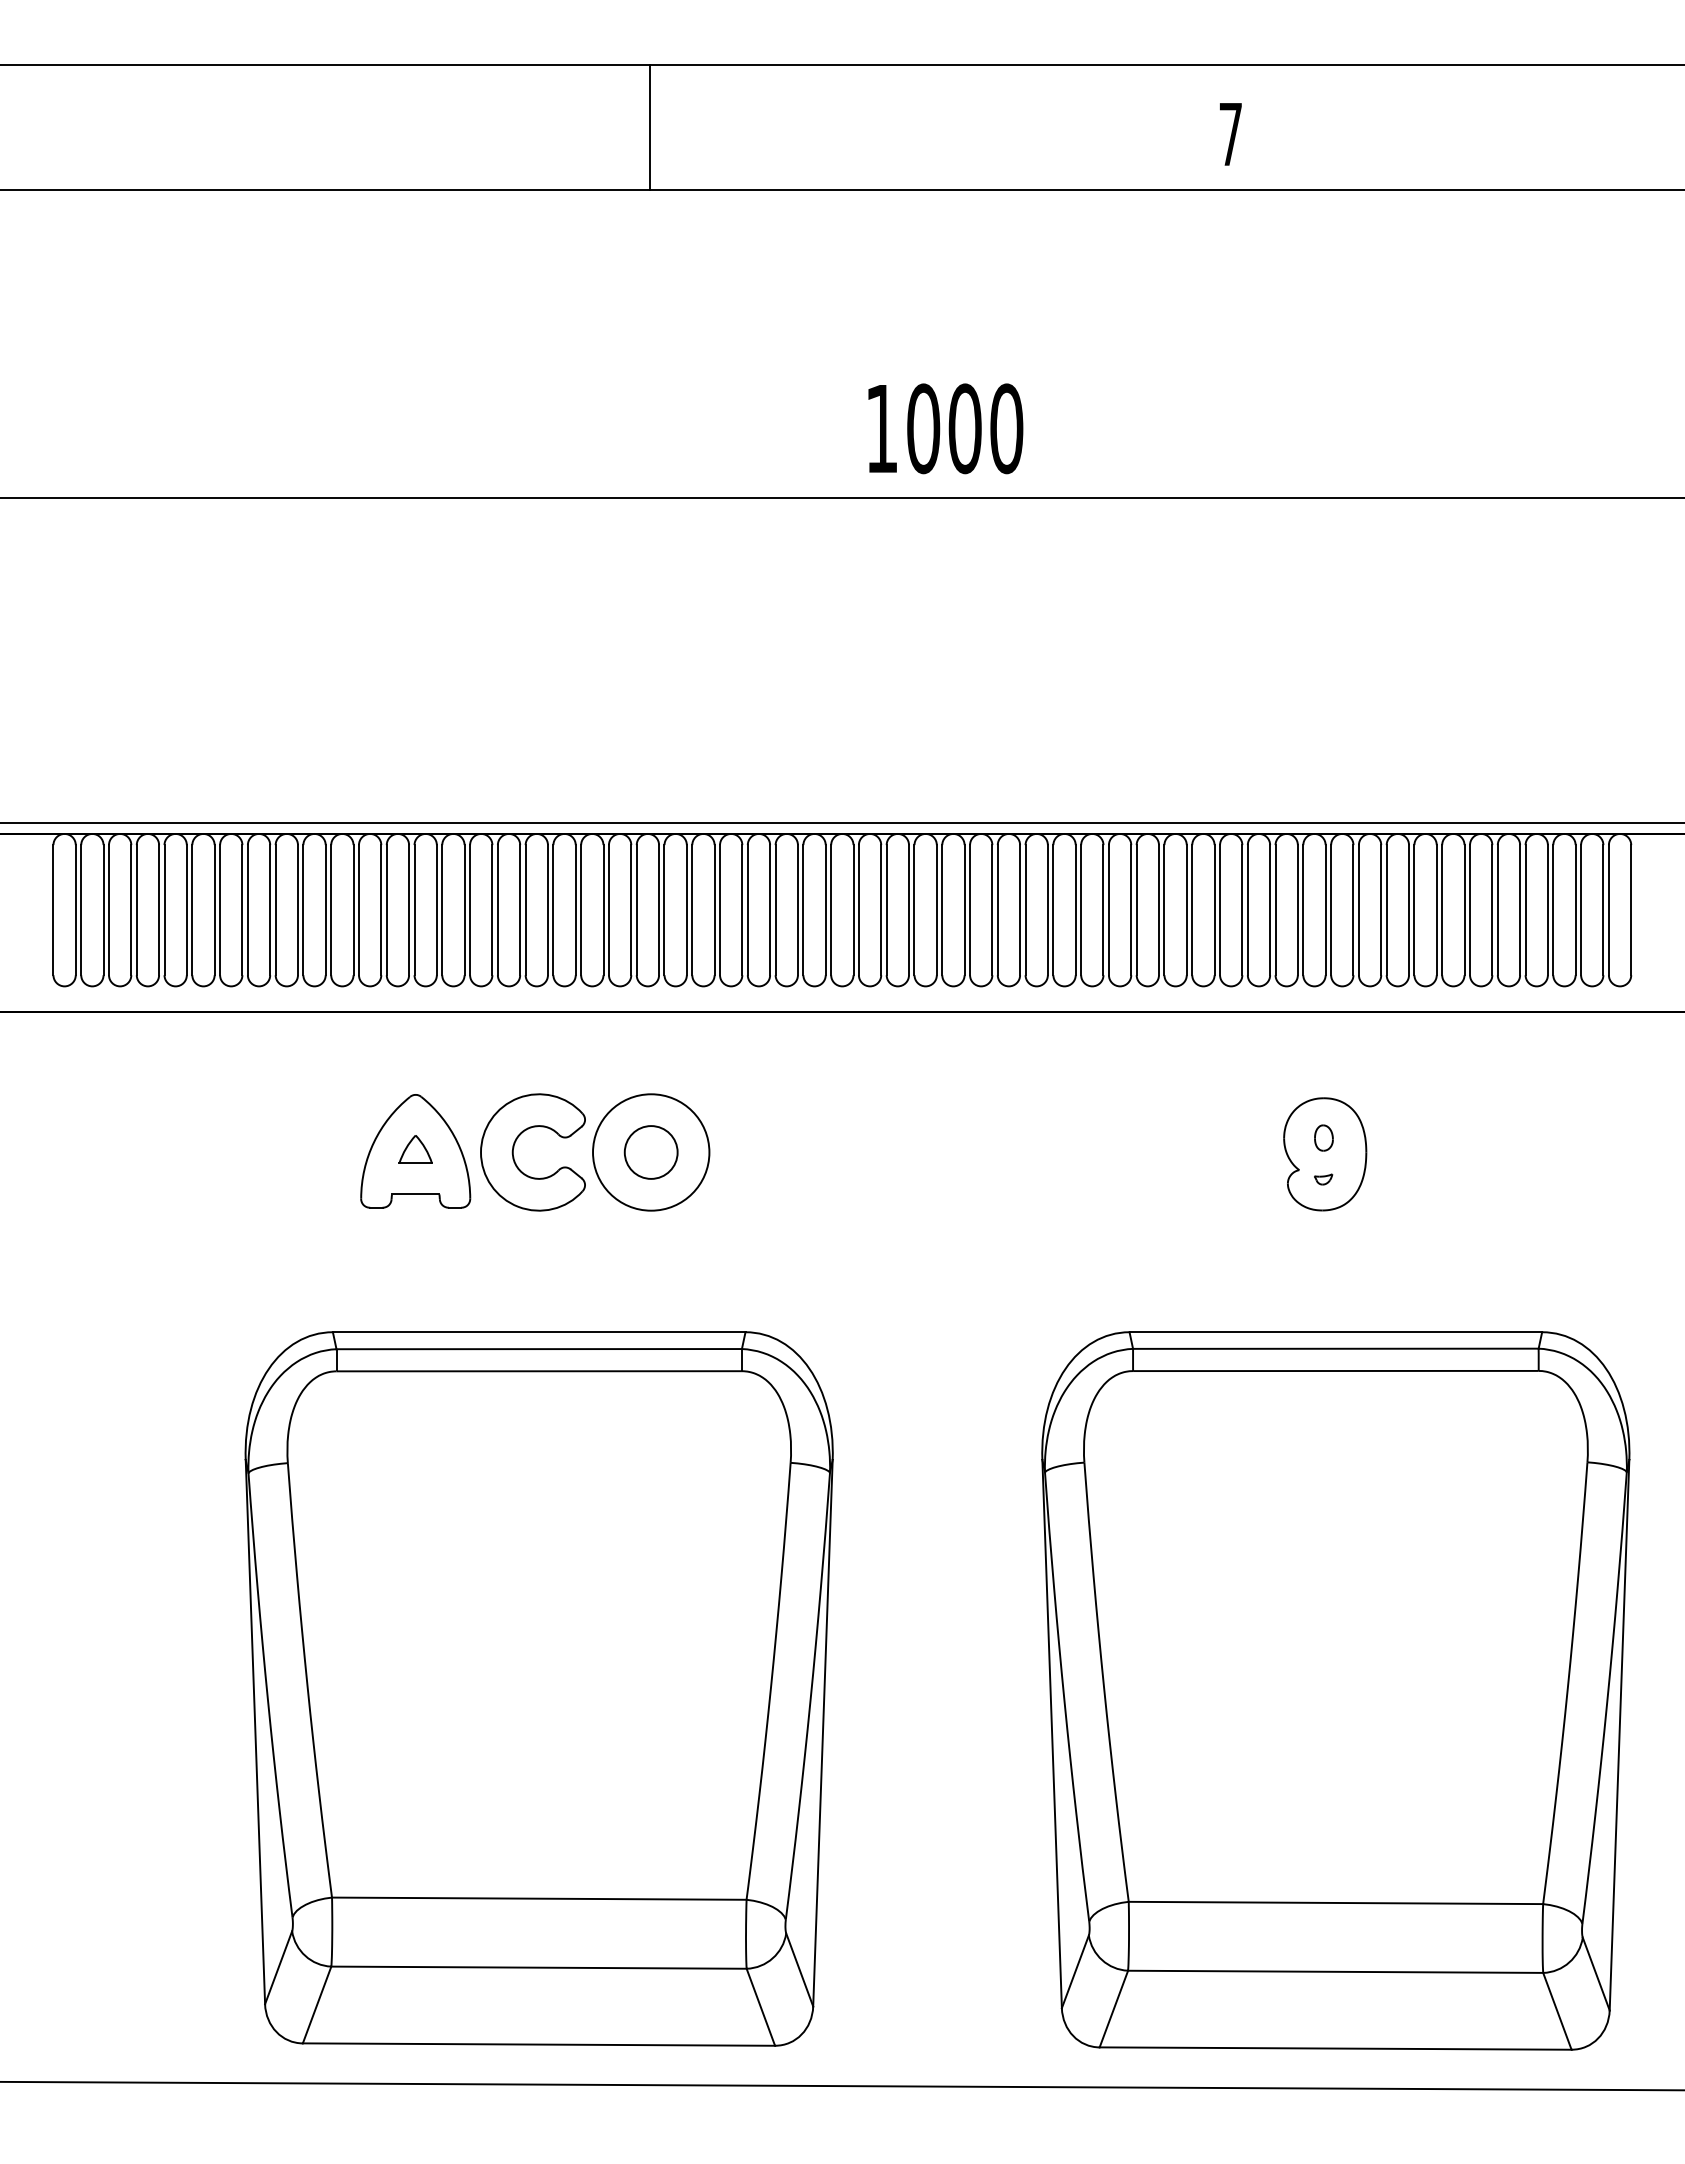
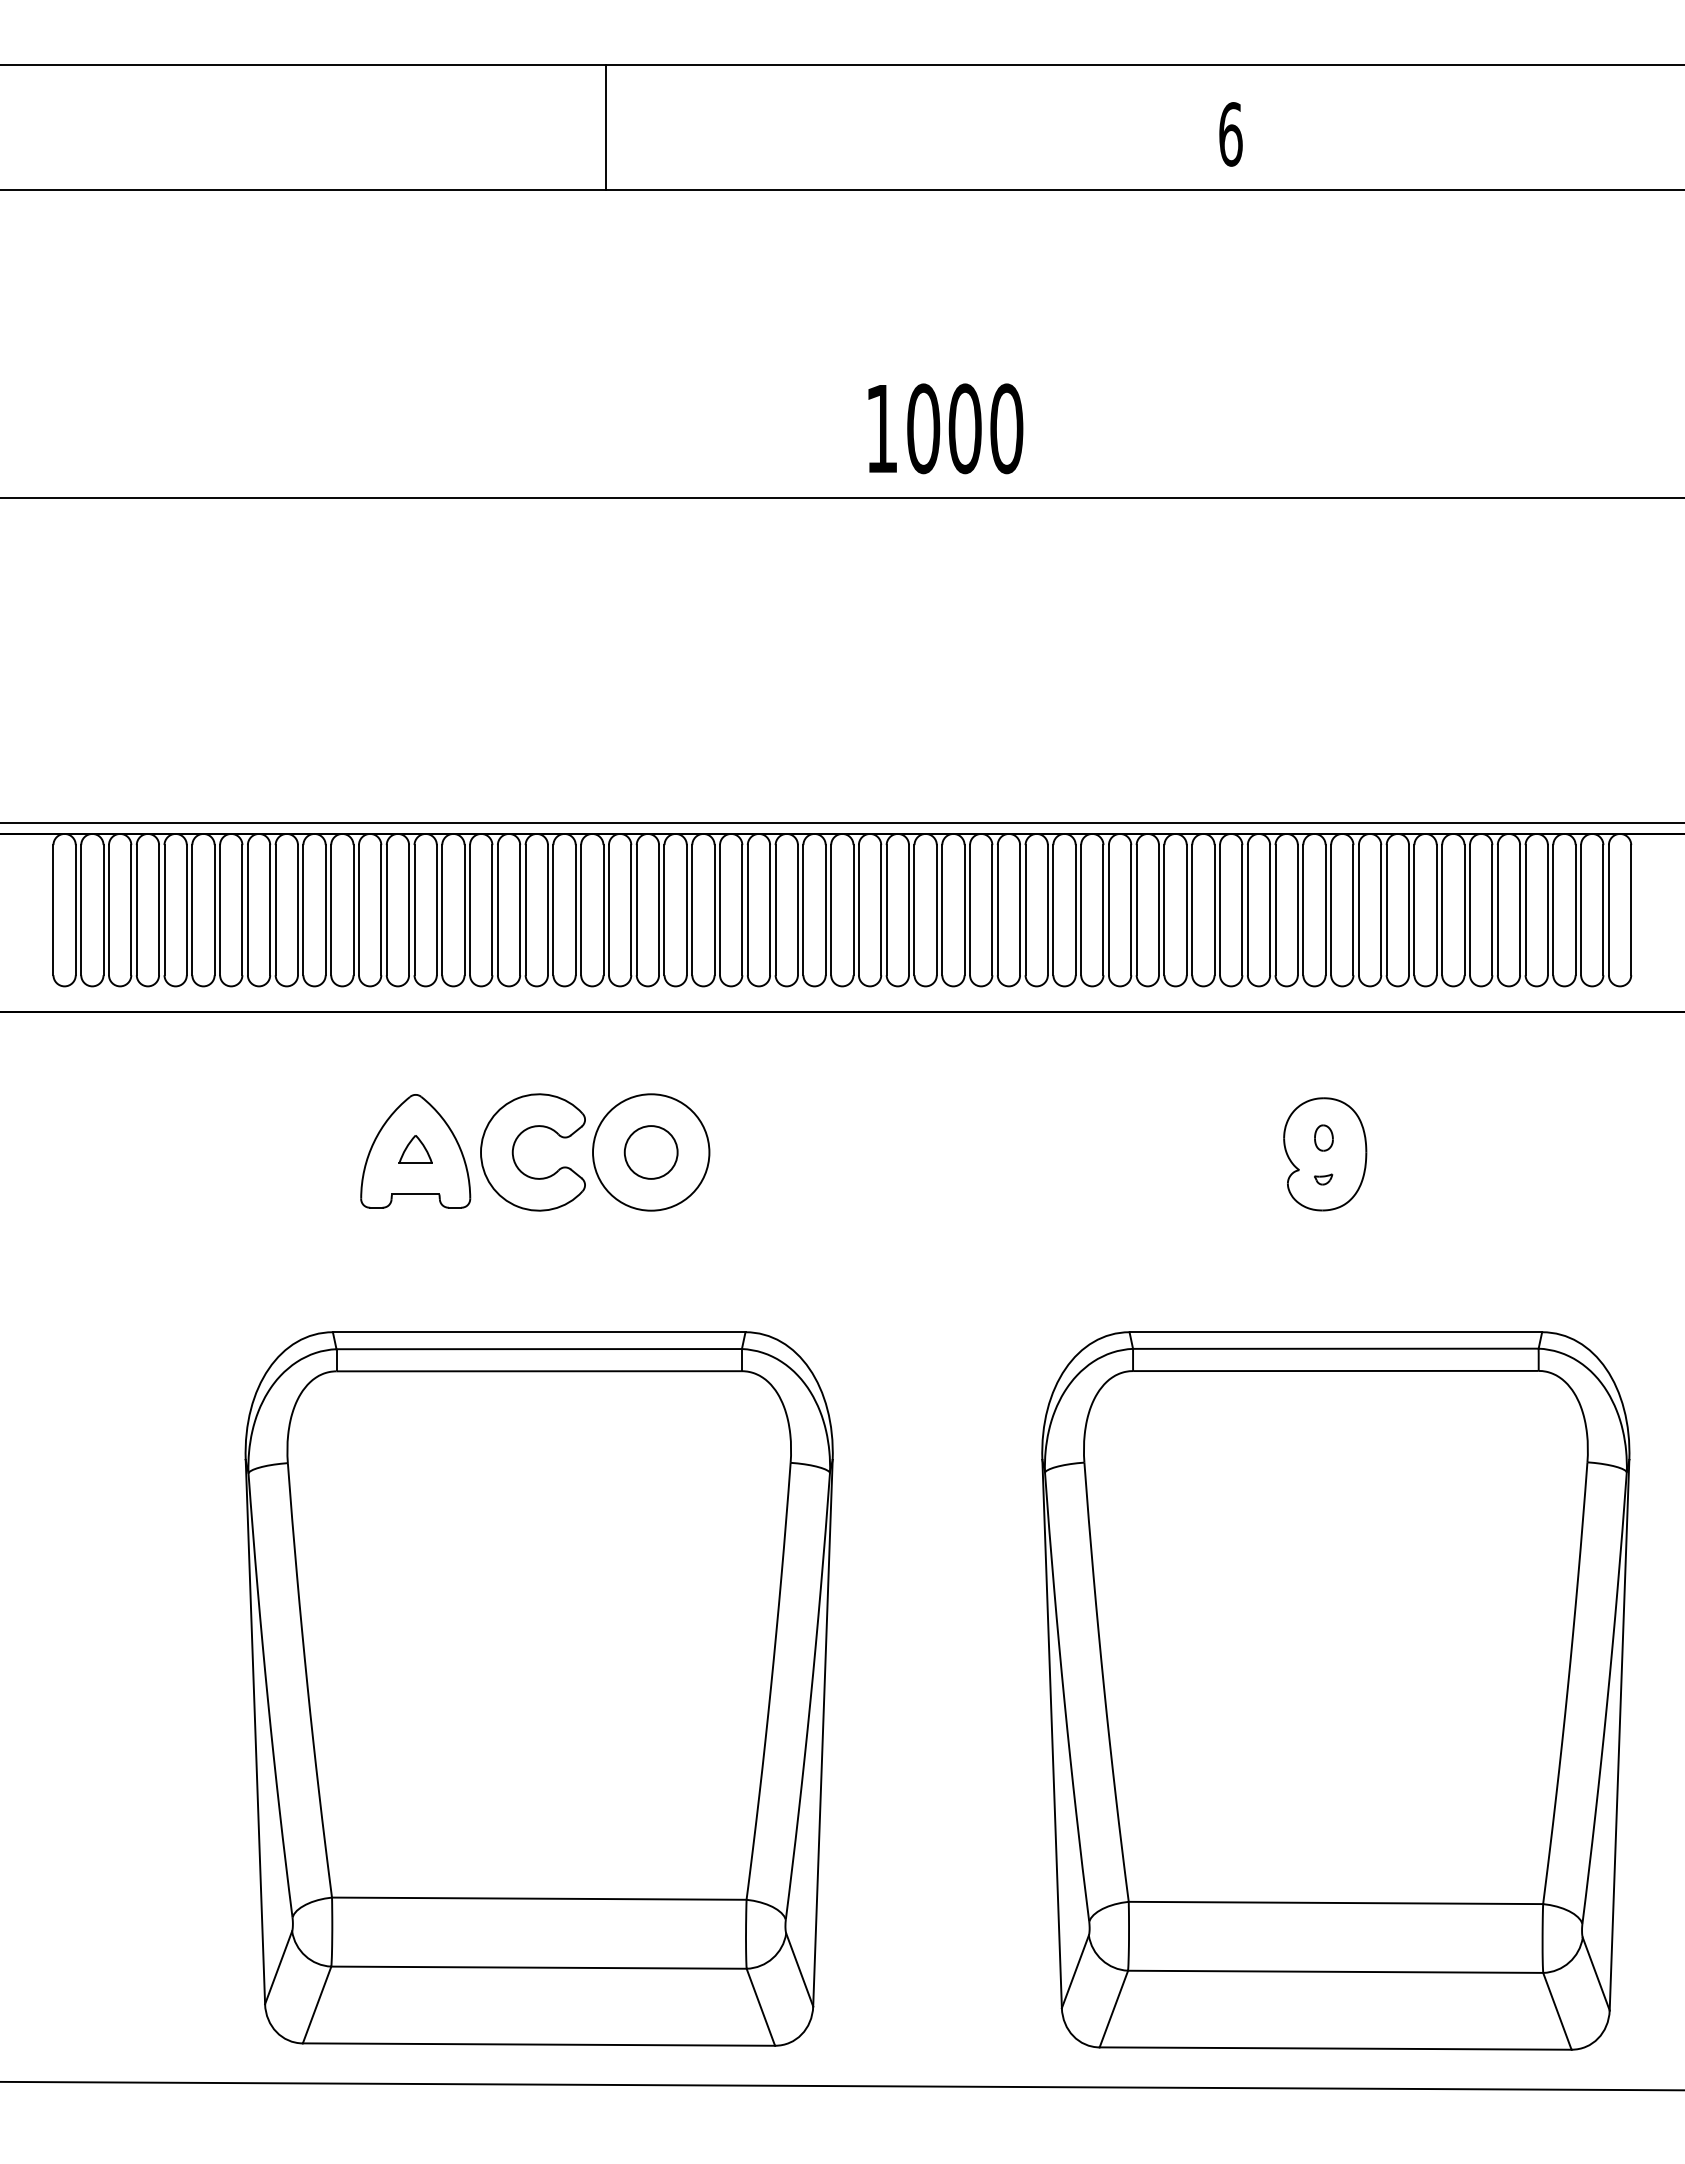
line at (649, 127) position: (649, 127) -> (605, 127)
text at (1230, 134): 7 -> 6
